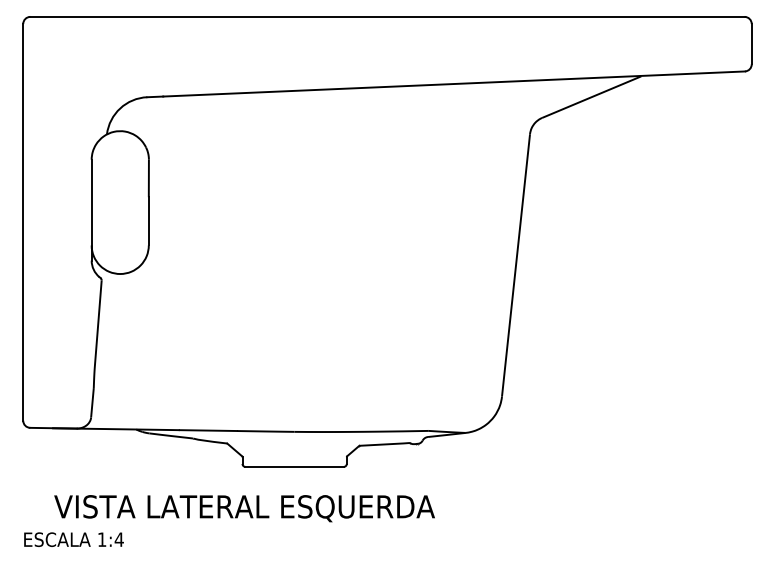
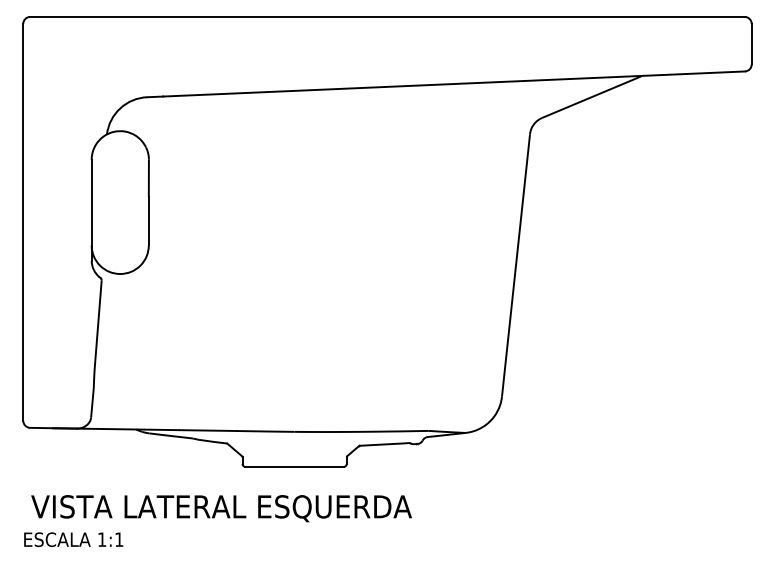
text at (244, 508) position: (244, 508) -> (221, 508)
text at (118, 539): 1:4 -> 1:1
